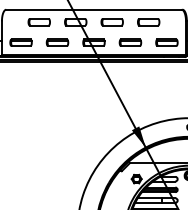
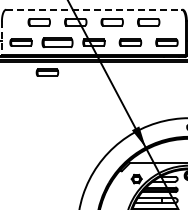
line at (93, 9): solid -> dashed
line at (1, 38): solid -> dashed
part at (57, 42) size: 25x9 px -> 33x11 px
part at (47, 72): none -> present
